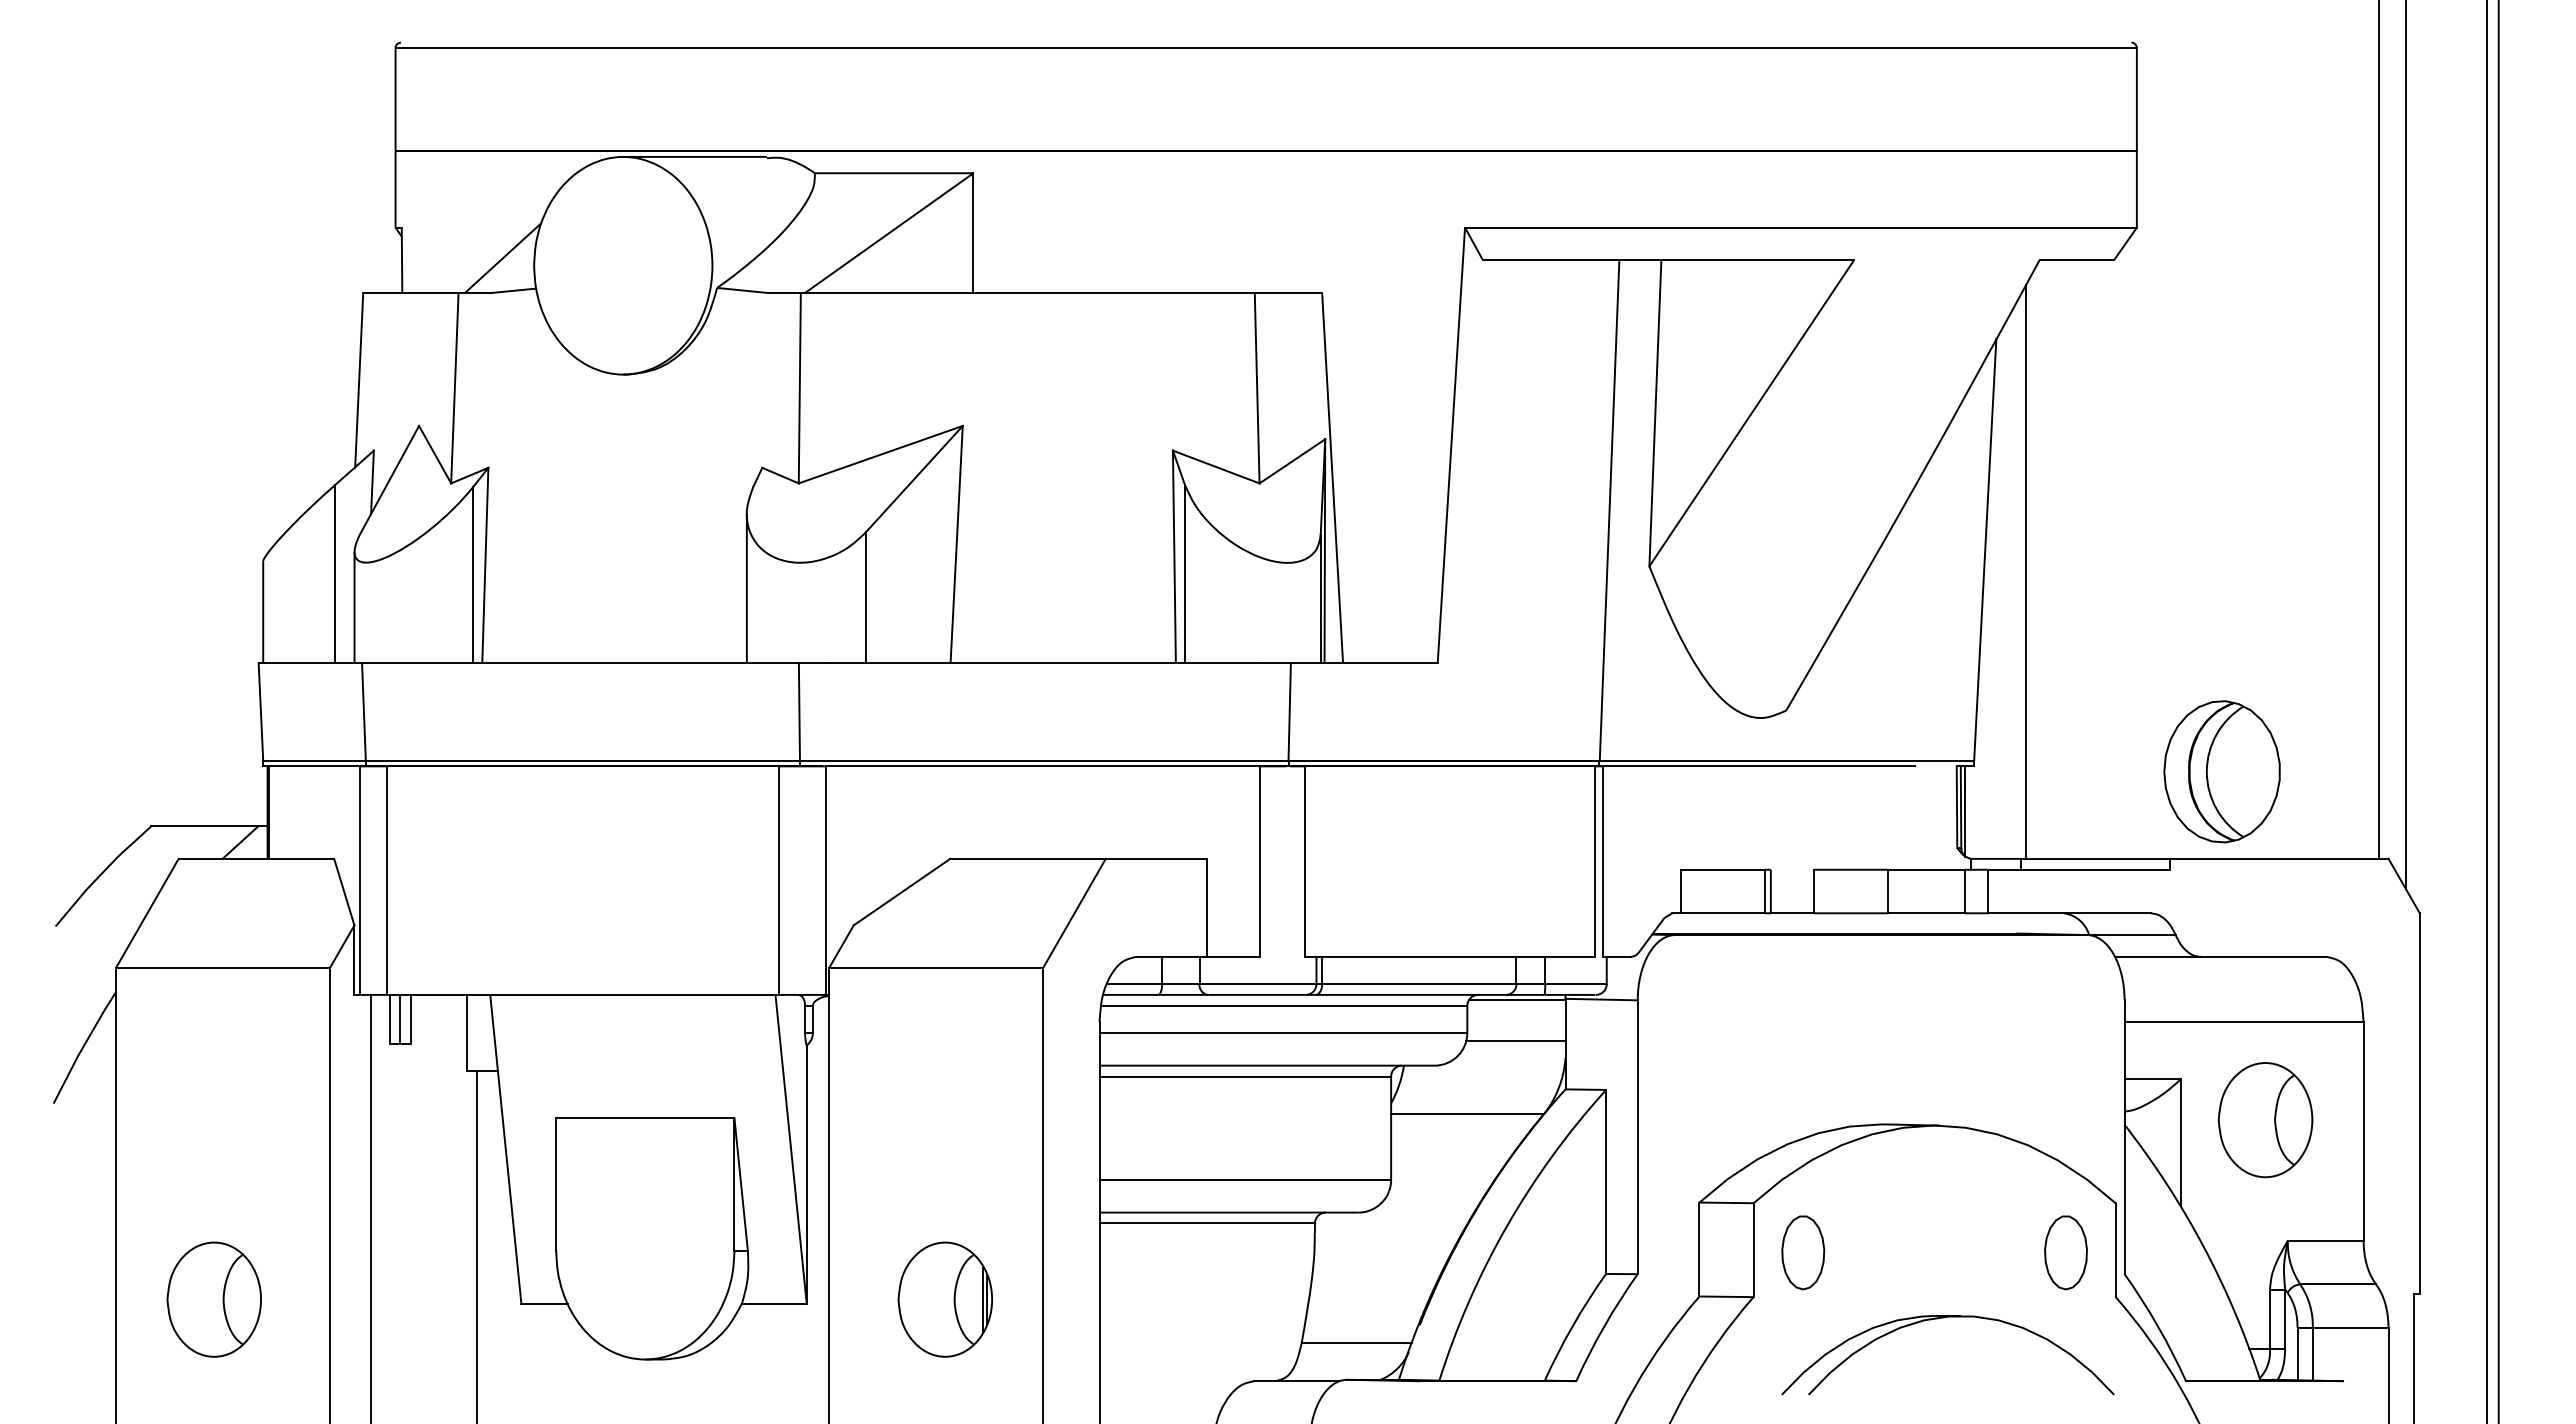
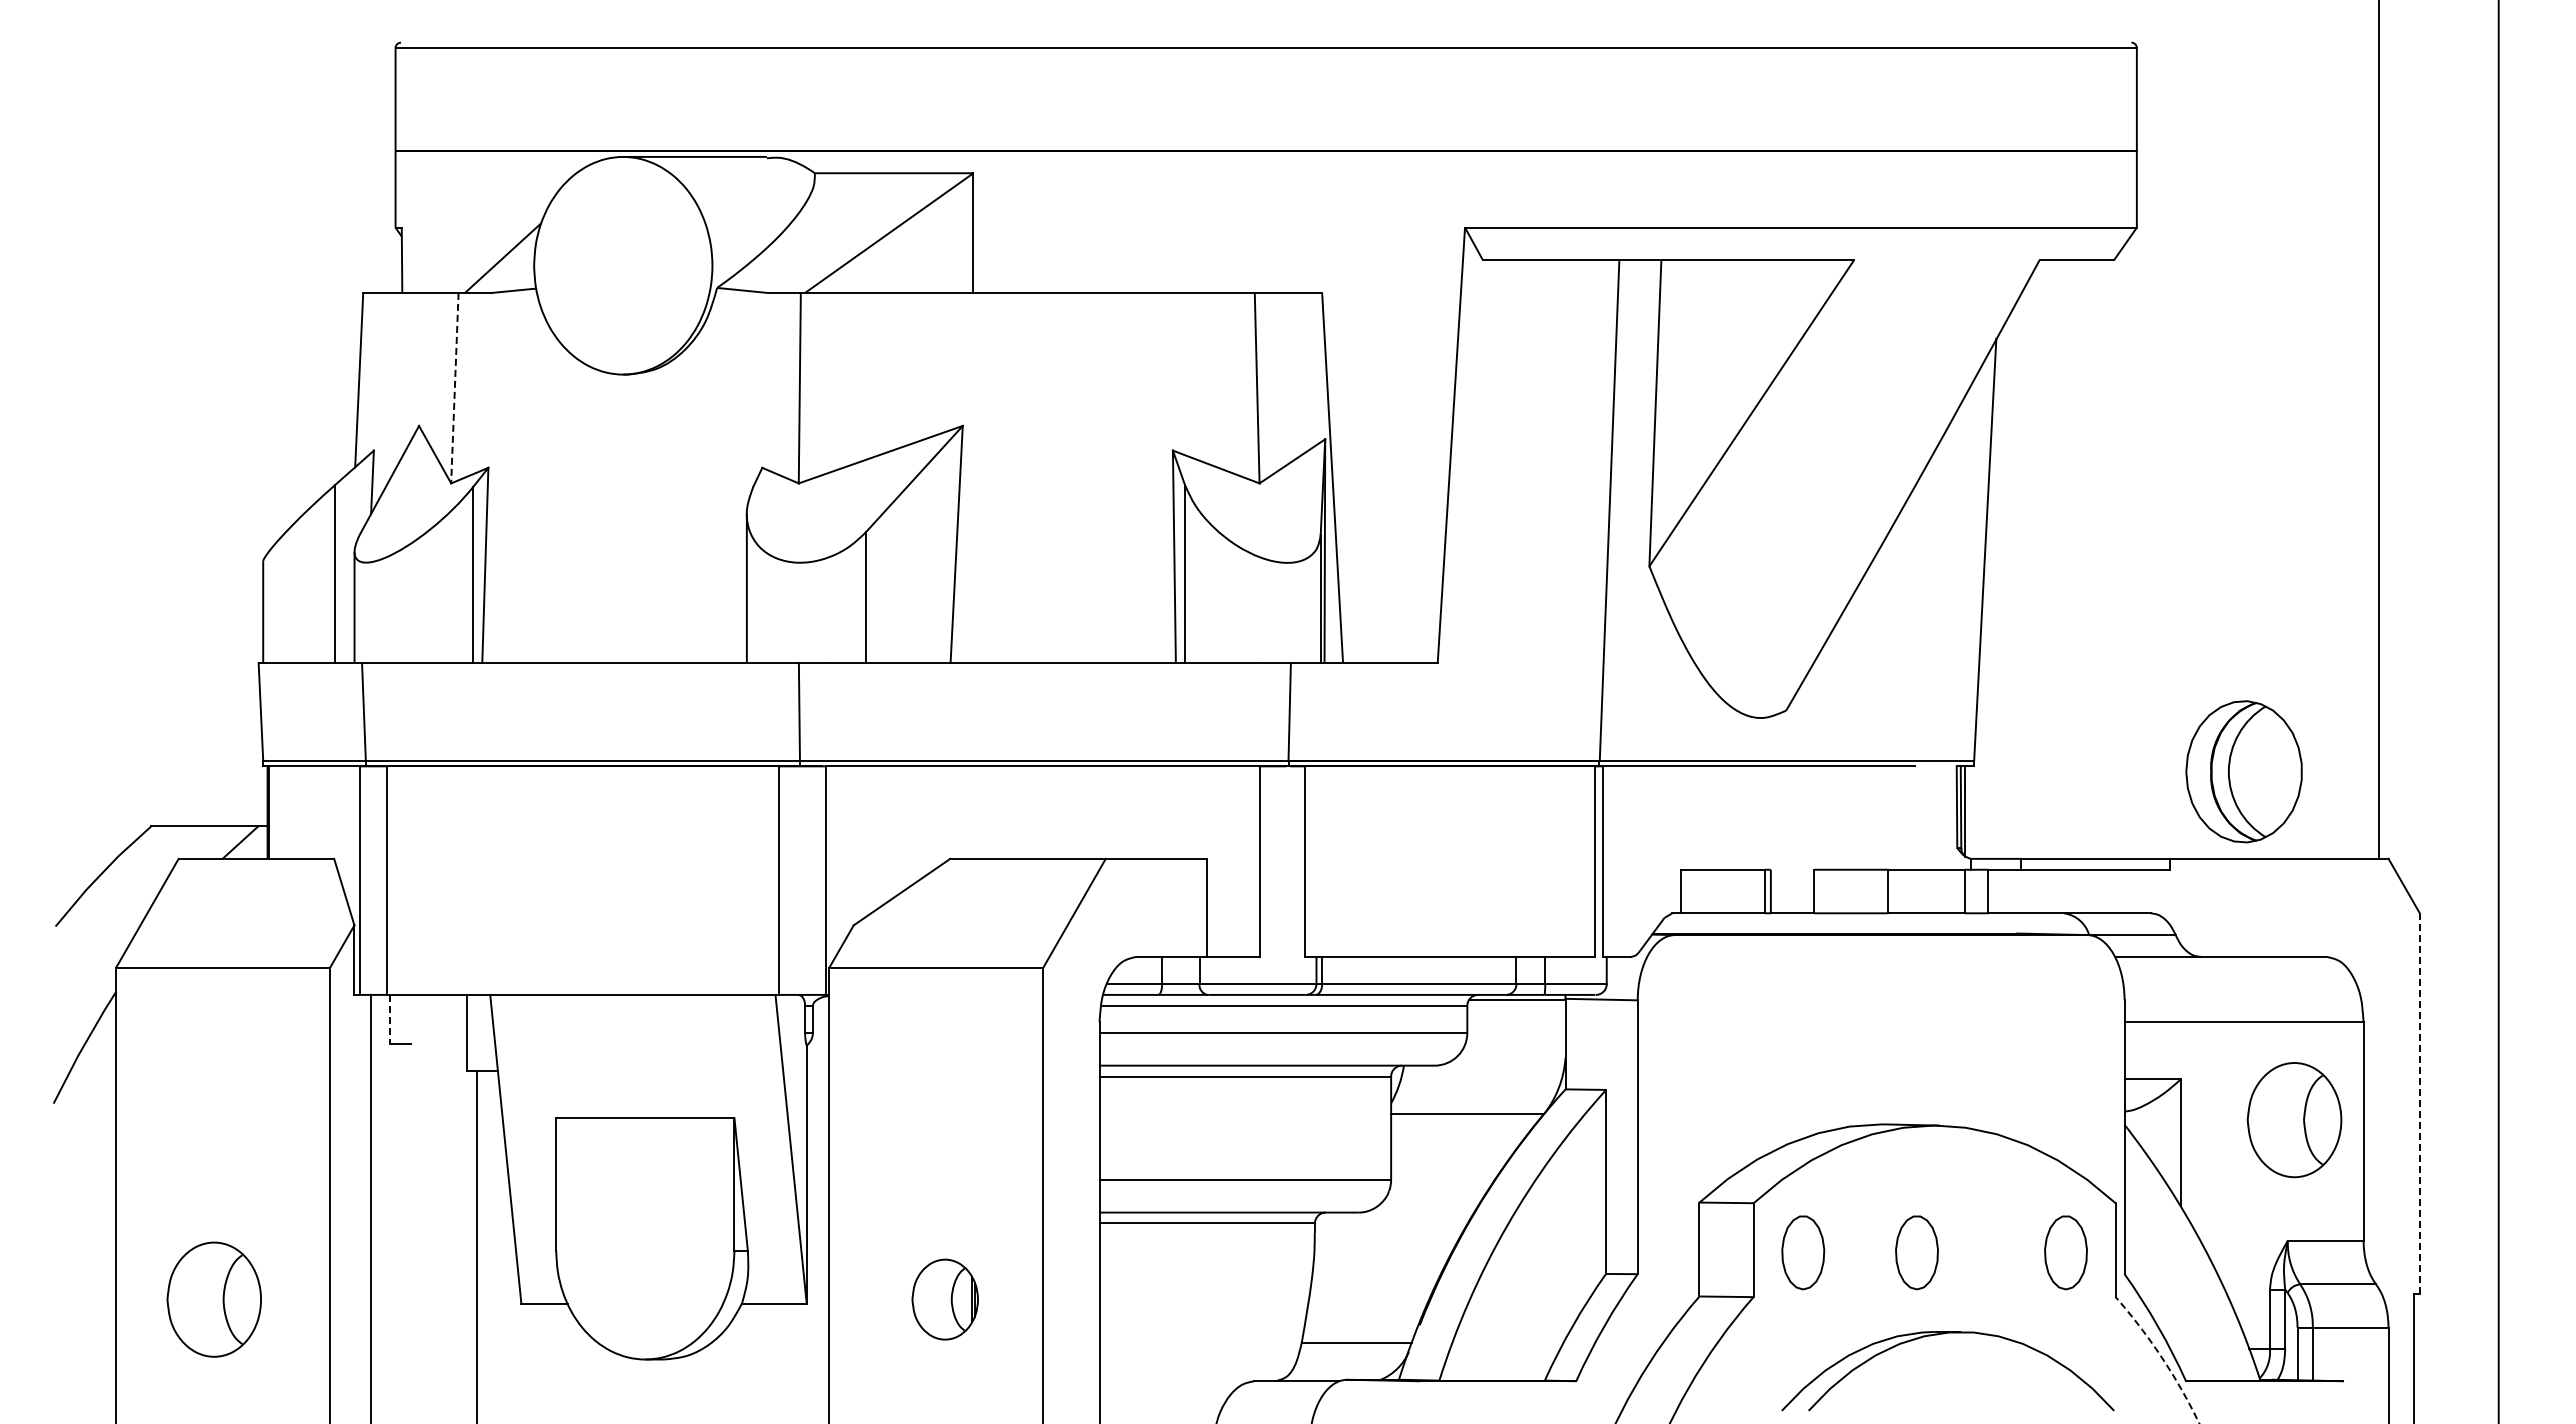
line at (454, 388): solid -> dashed
line at (2405, 445): present -> none
line at (2026, 571): present -> none
line at (2486, 711): present -> none
part at (2221, 771) position: (2221, 771) -> (2243, 771)
line at (399, 1018): present -> none
line at (411, 1018): present -> none
line at (390, 1019): solid -> dashed
line at (1515, 1041): present -> none
line at (2419, 1103): solid -> dashed
part at (2265, 1120) position: (2265, 1120) -> (2294, 1120)
part at (1916, 1252): none -> present
part at (944, 1299) size: 96x117 px -> 68x83 px
part at (1944, 1318) position: (1944, 1318) -> (1944, 1334)
arc at (2160, 1355): solid -> dashed
